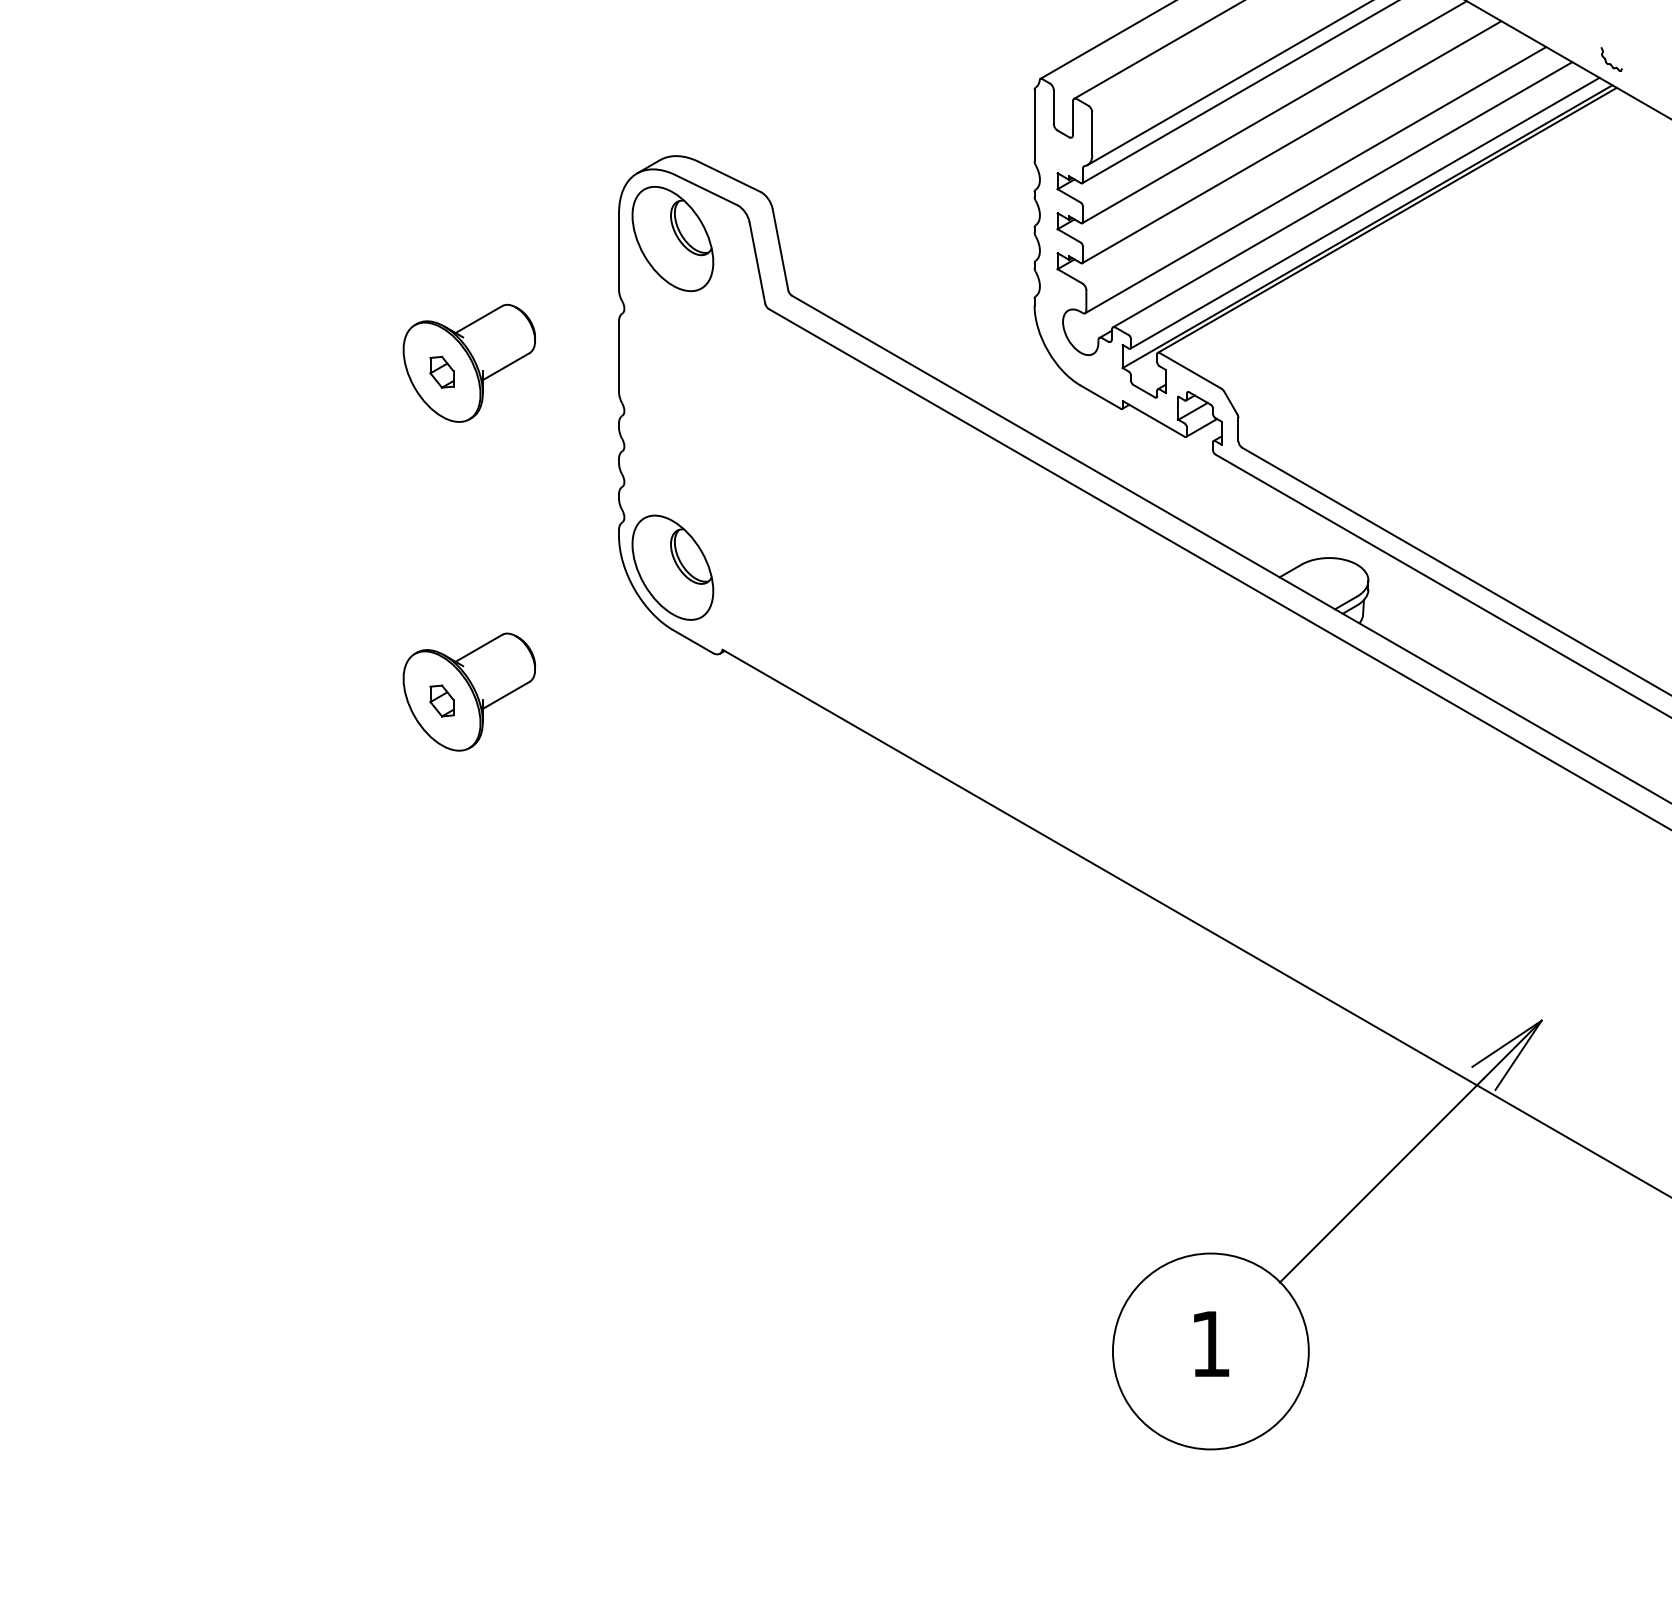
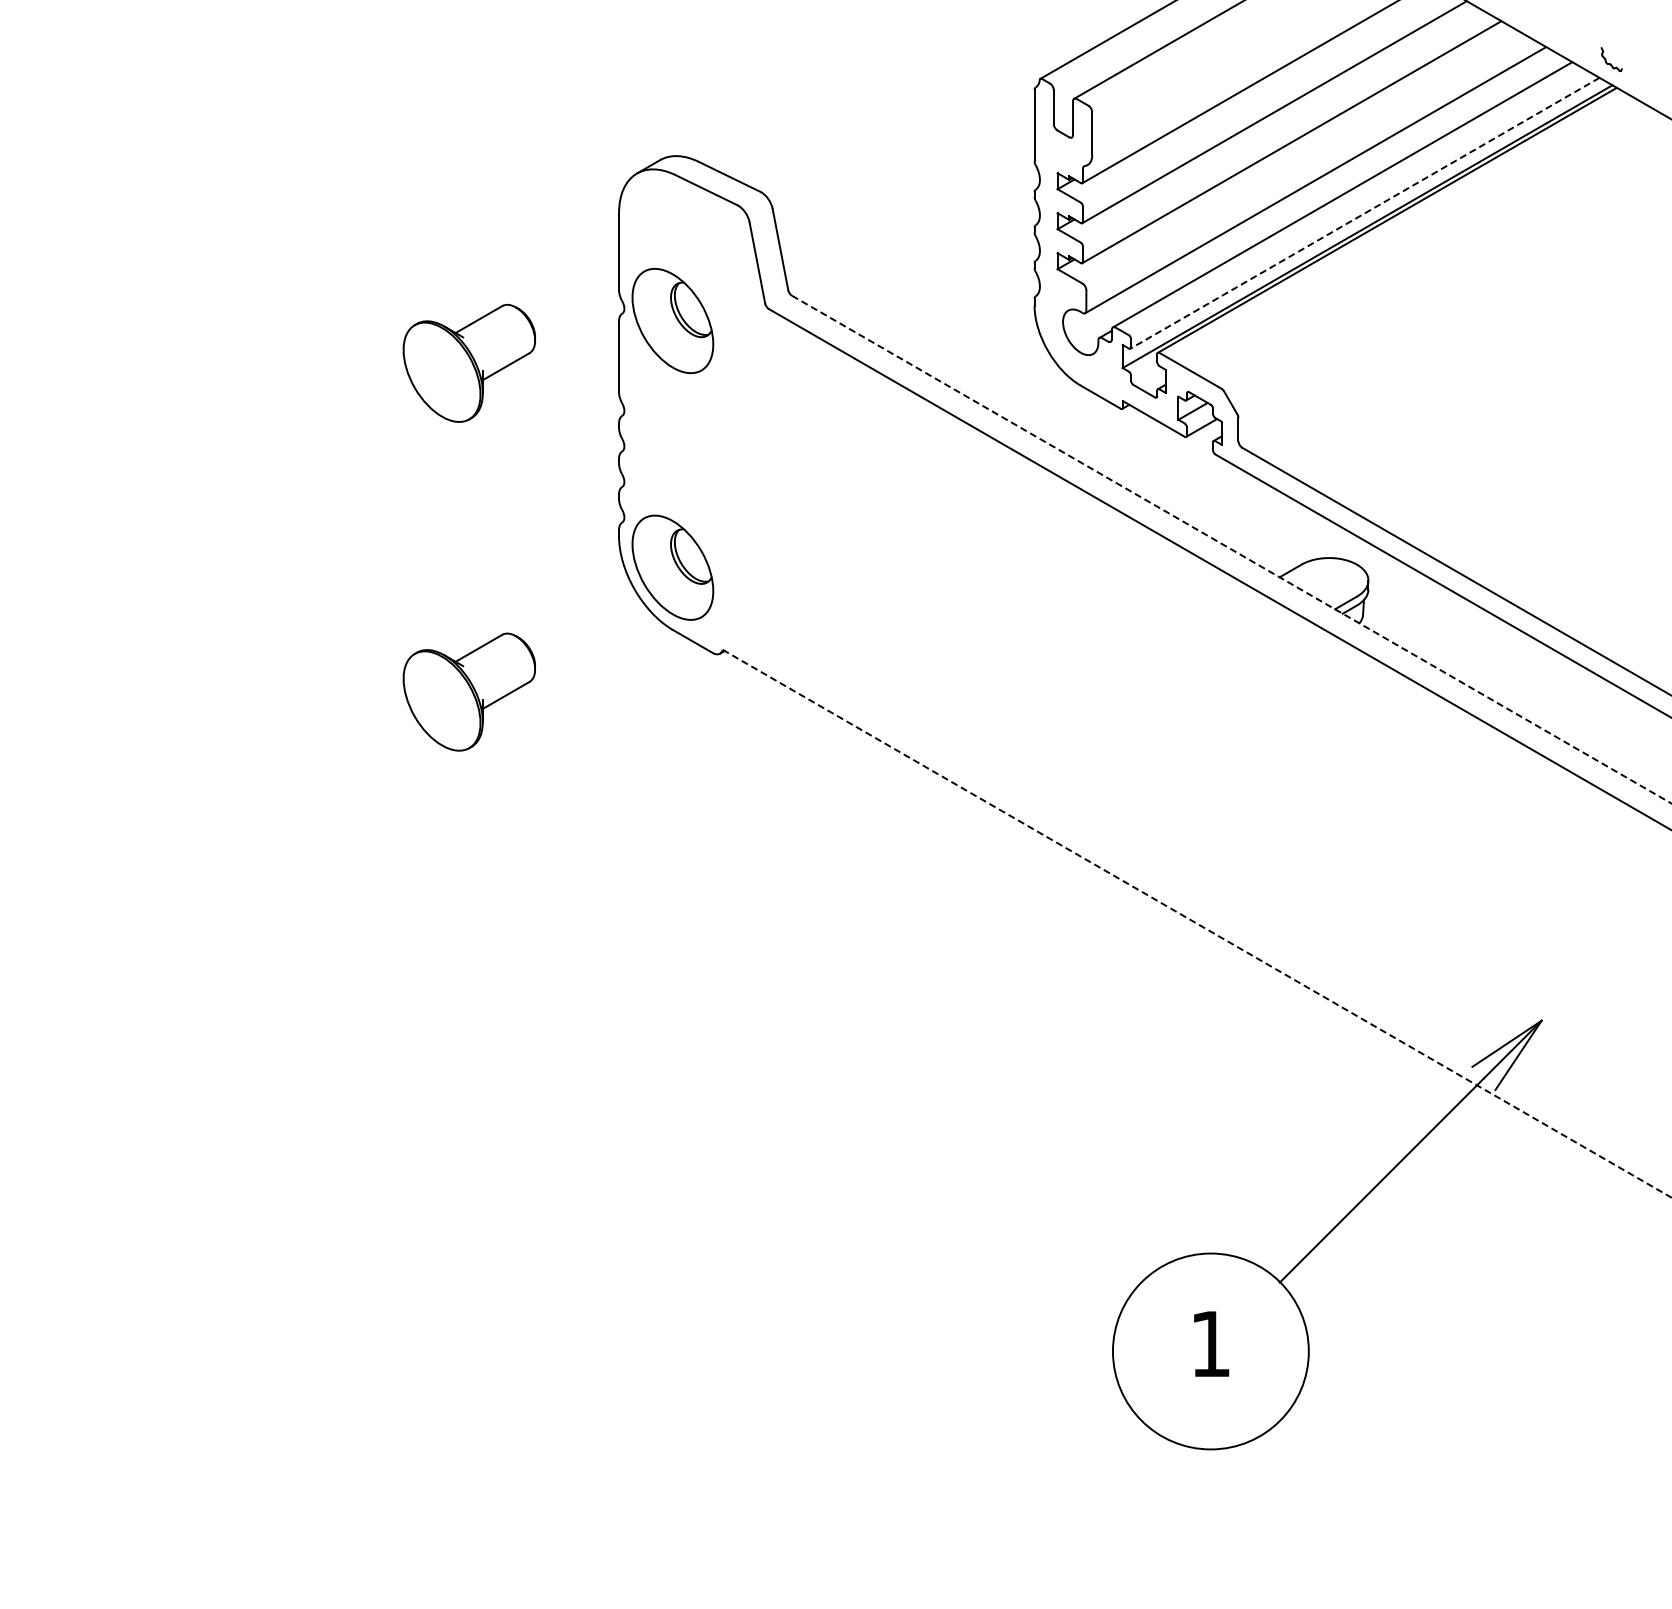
line at (1228, 83): present -> none
line at (1365, 213): solid -> dashed
part at (672, 238) position: (672, 238) -> (672, 320)
part at (441, 371): present -> none
line at (1231, 549): solid -> dashed
part at (441, 700): present -> none
line at (1197, 923): solid -> dashed
